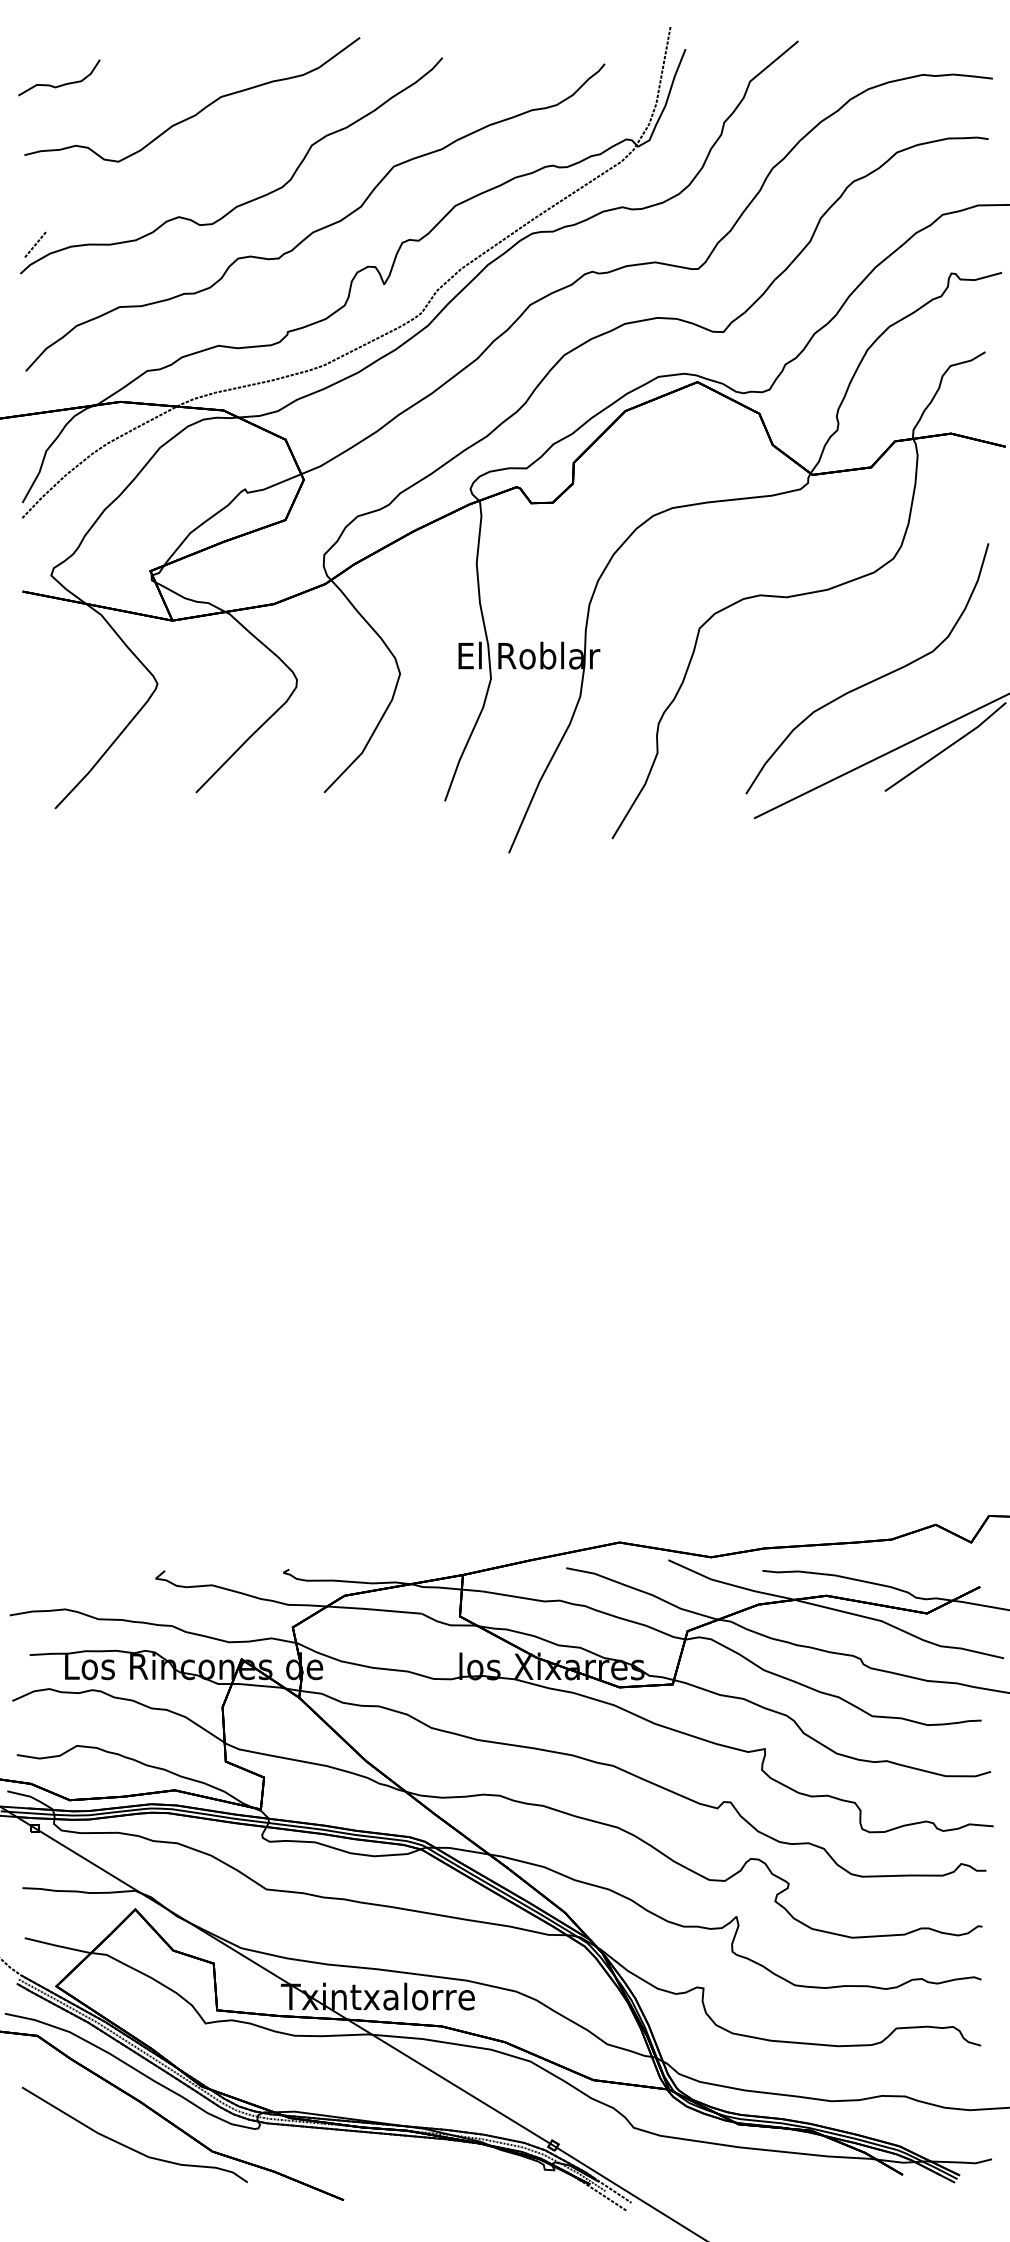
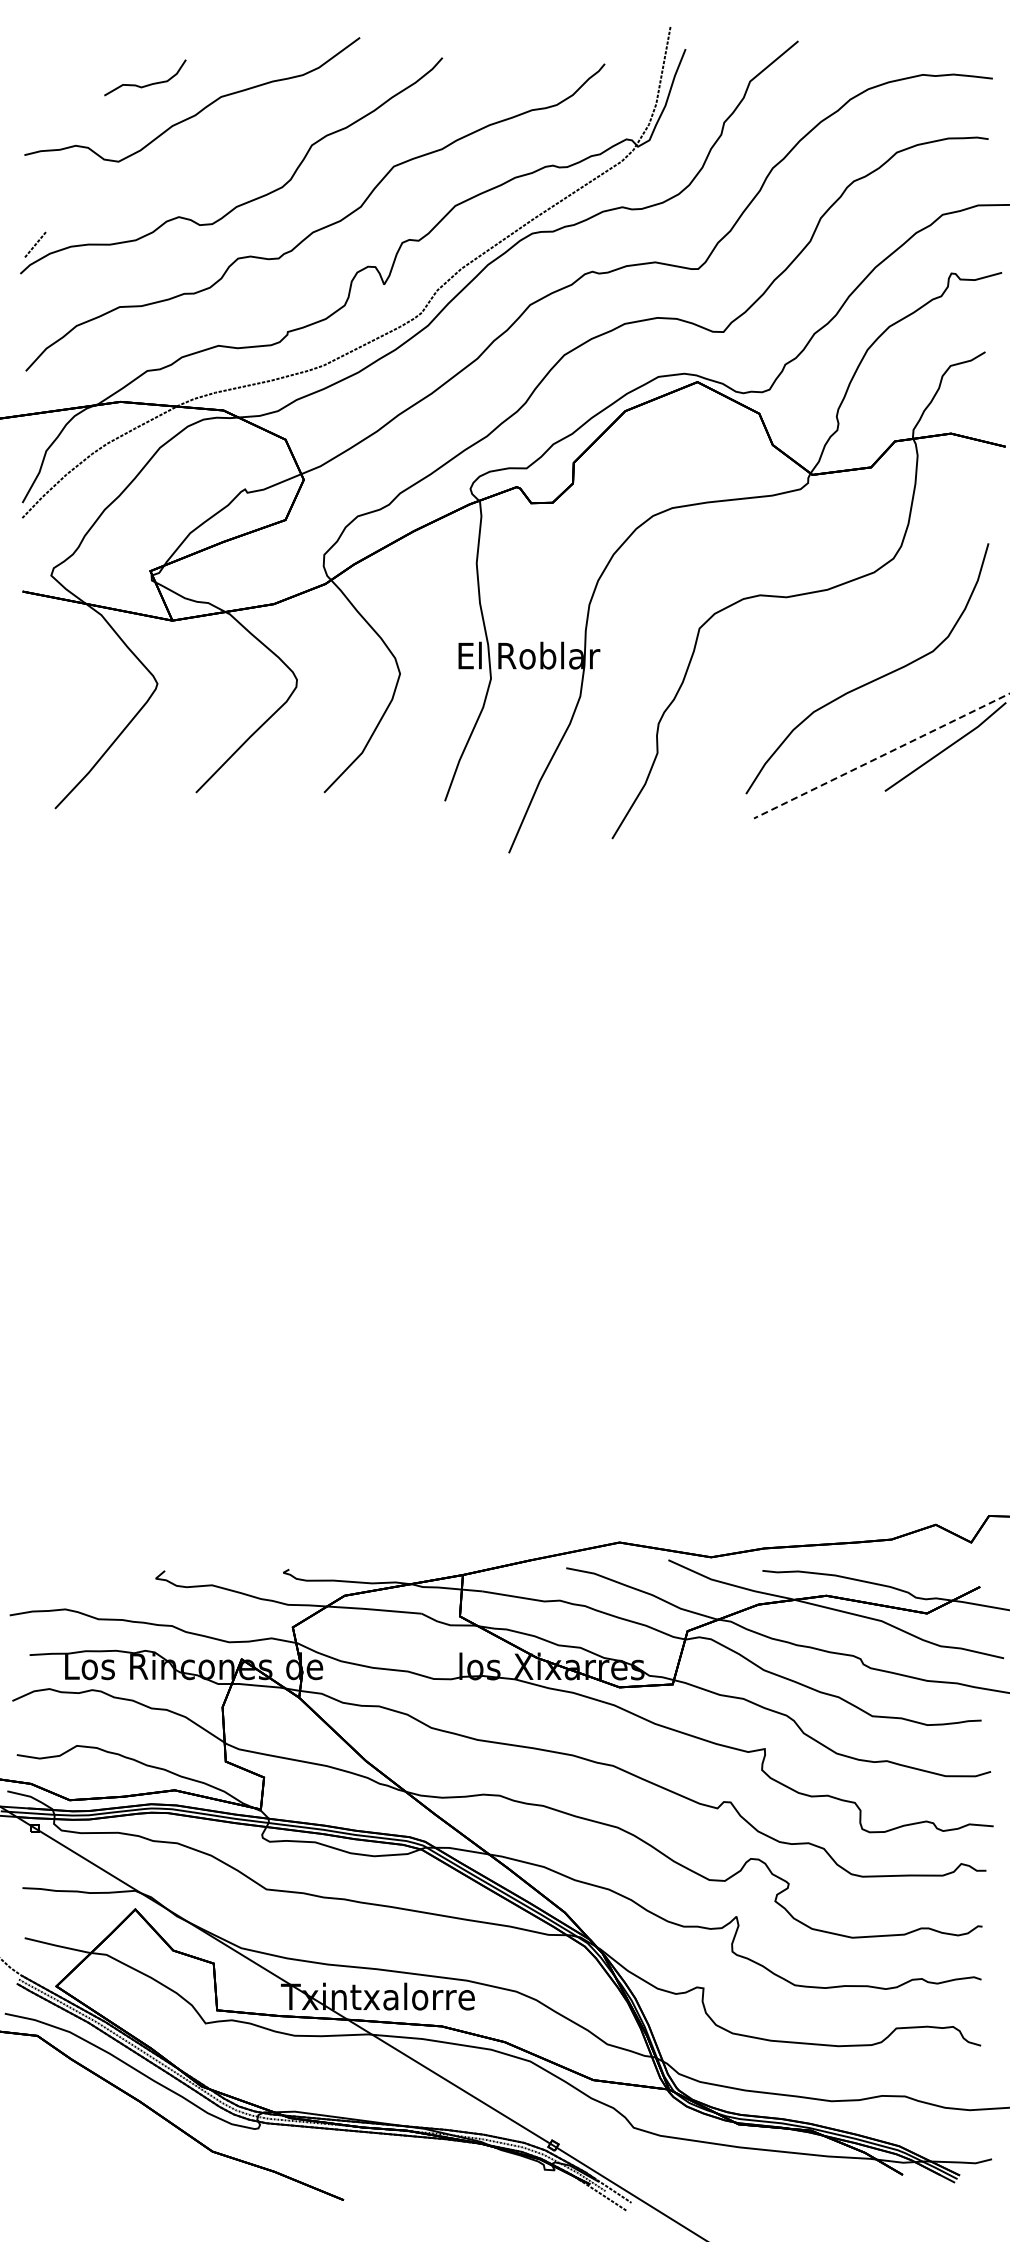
part at (61, 84) position: (61, 84) -> (147, 84)
line at (881, 756): solid -> dashed
part at (128, 2146): present -> none
